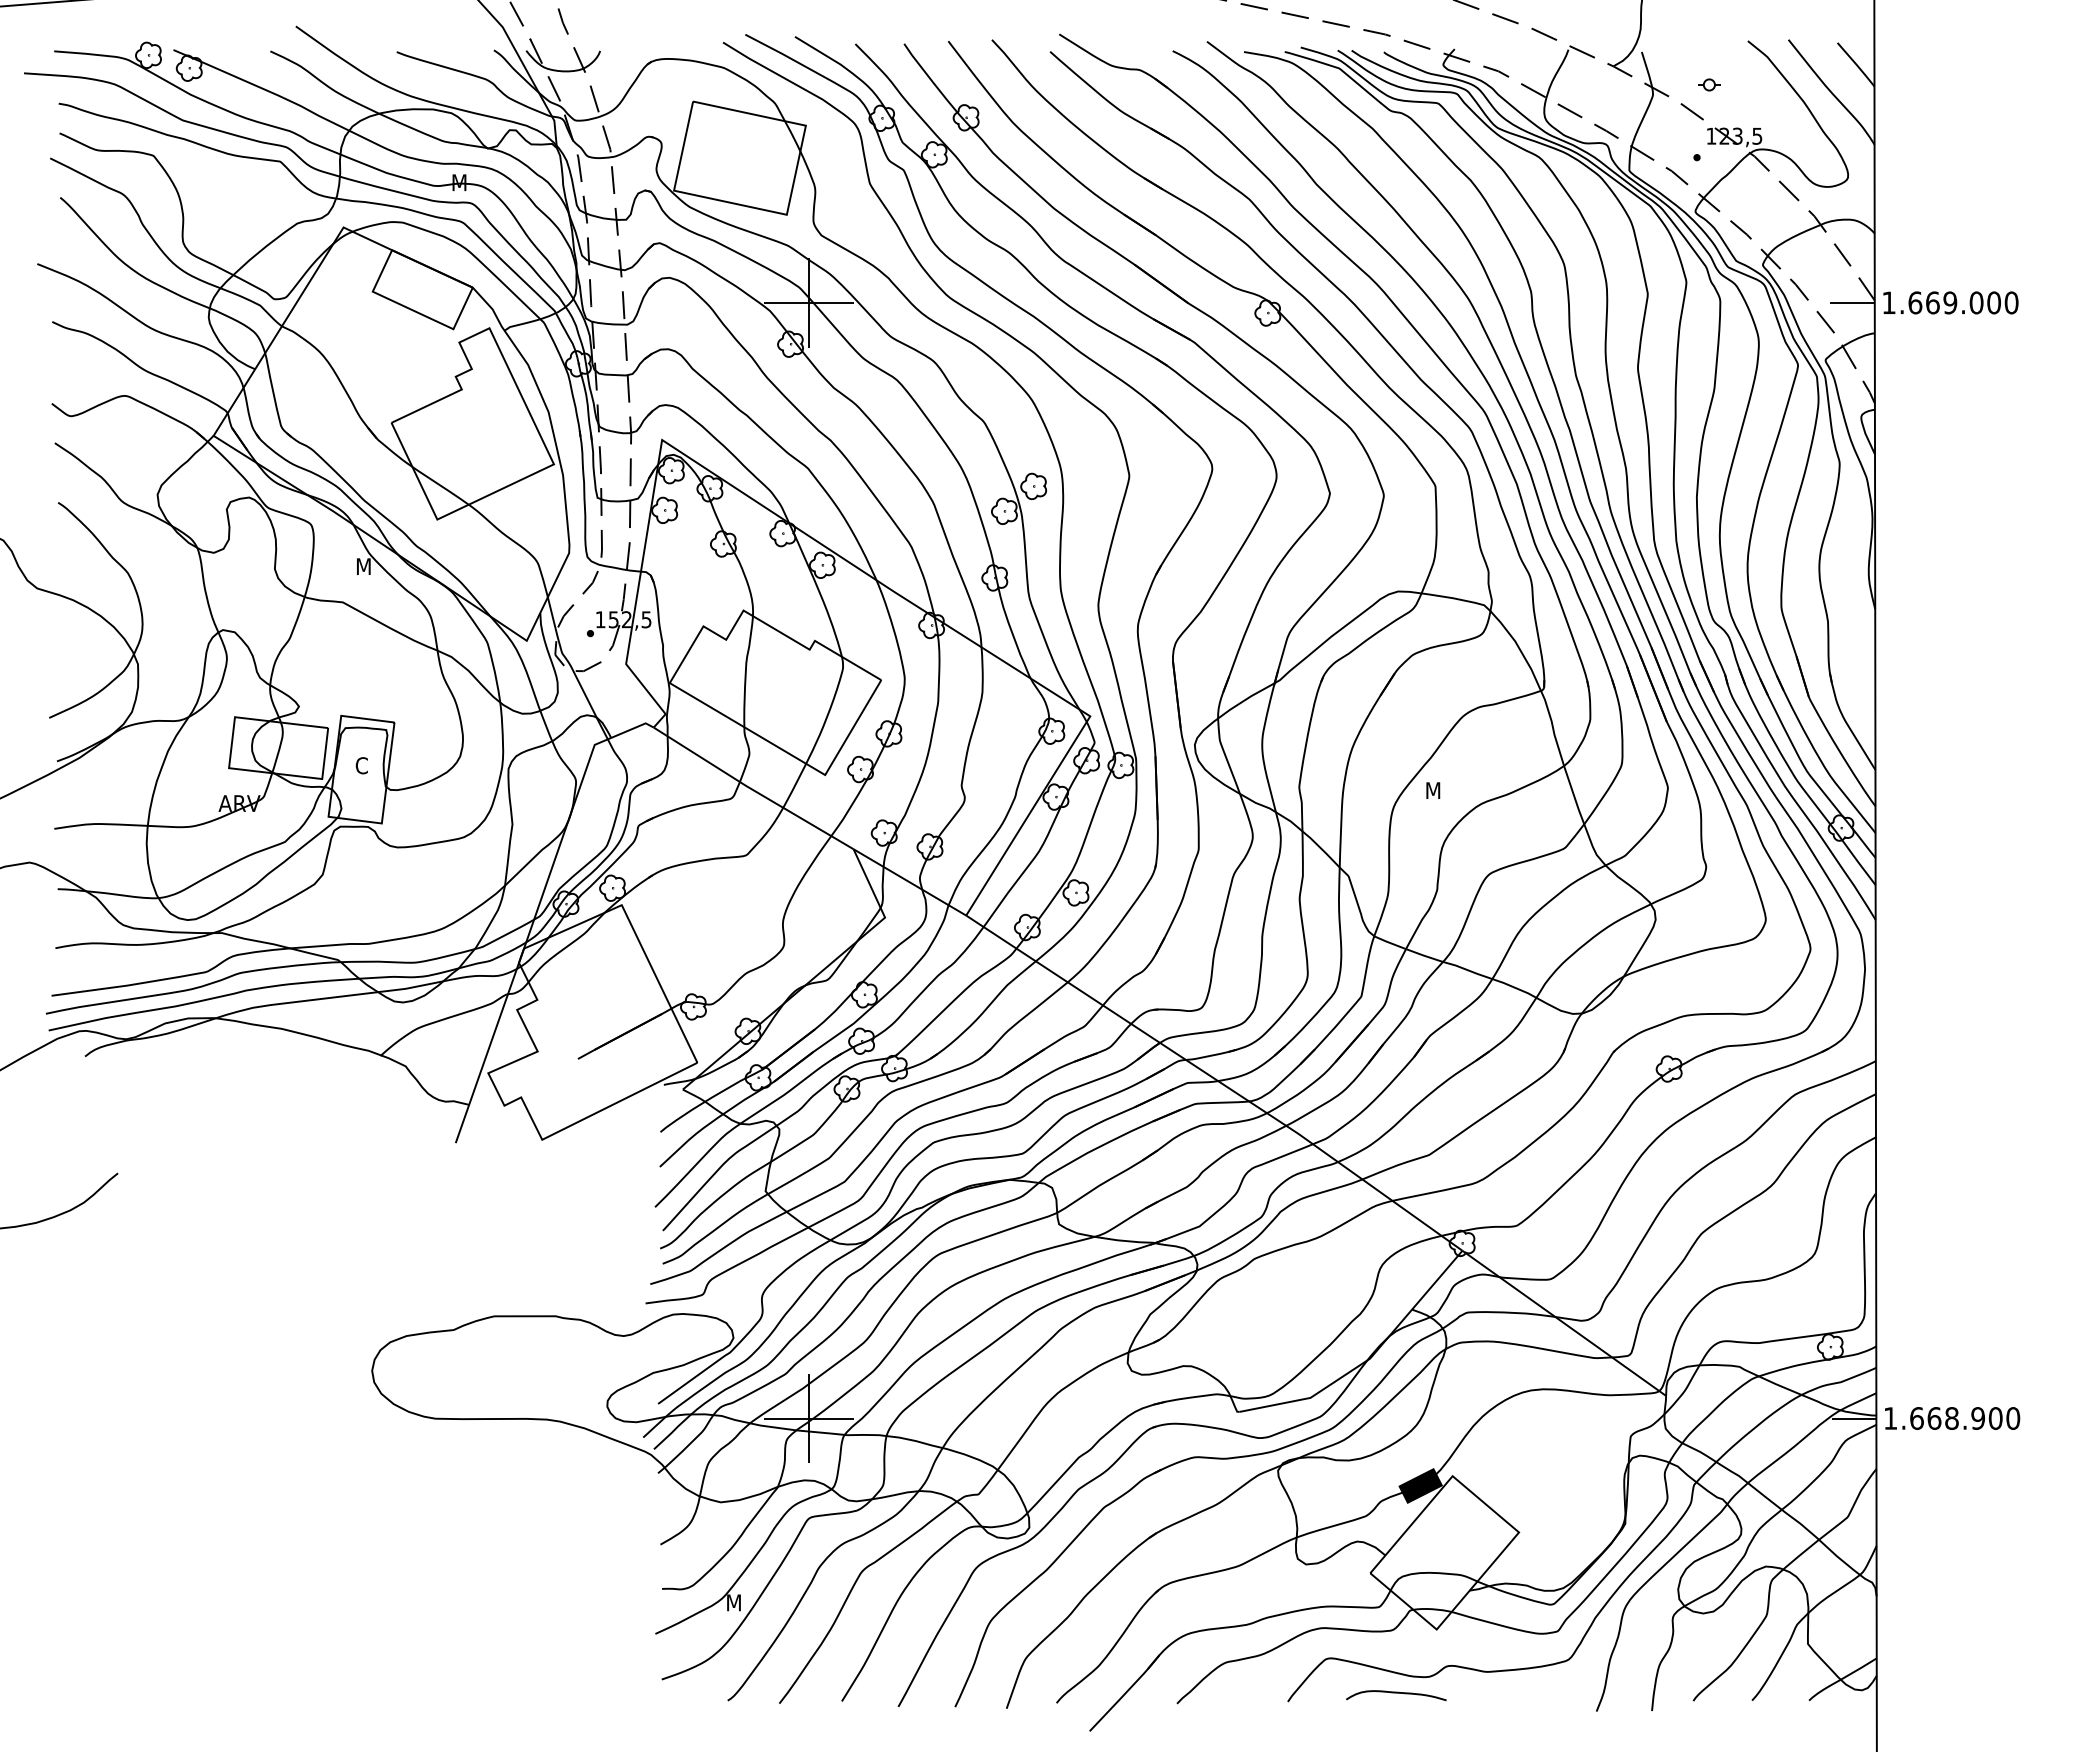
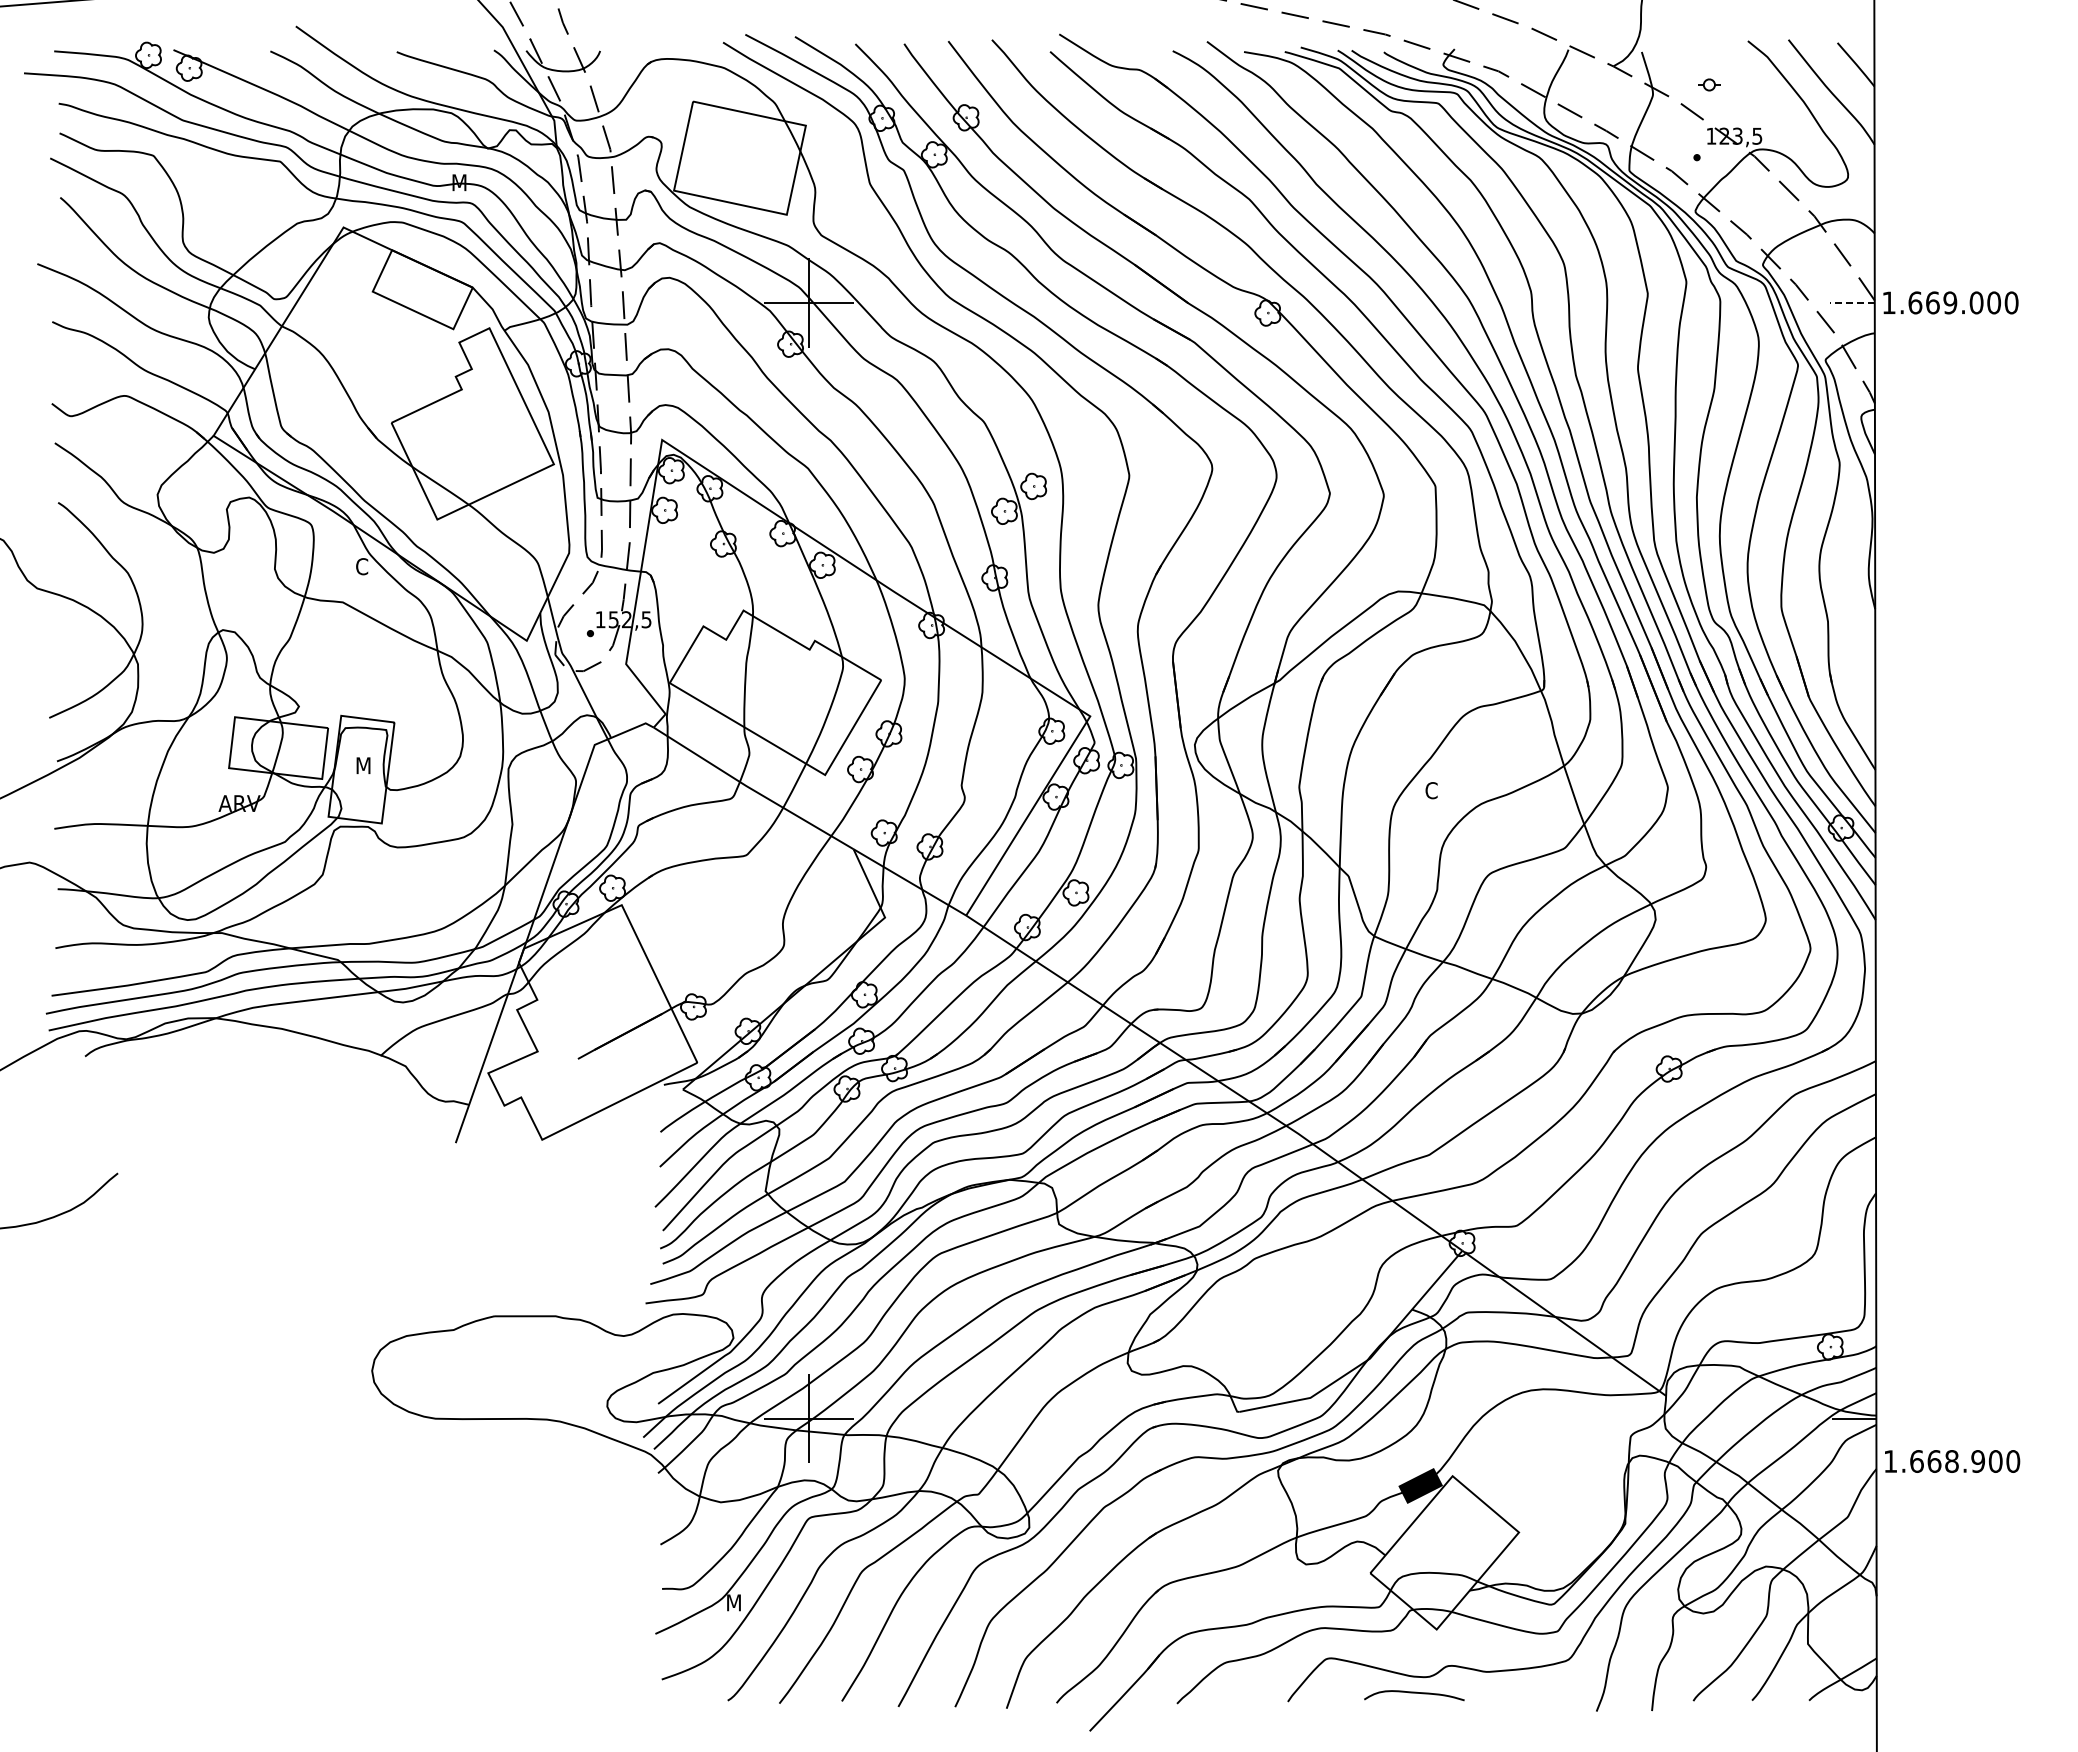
line at (1851, 302): solid -> dashed
text at (363, 566): M -> C
text at (362, 765): C -> M
text at (1432, 790): M -> C
text at (1952, 1418) position: (1952, 1418) -> (1952, 1461)
curve at (1396, 1693) position: (1396, 1693) -> (1414, 1693)
